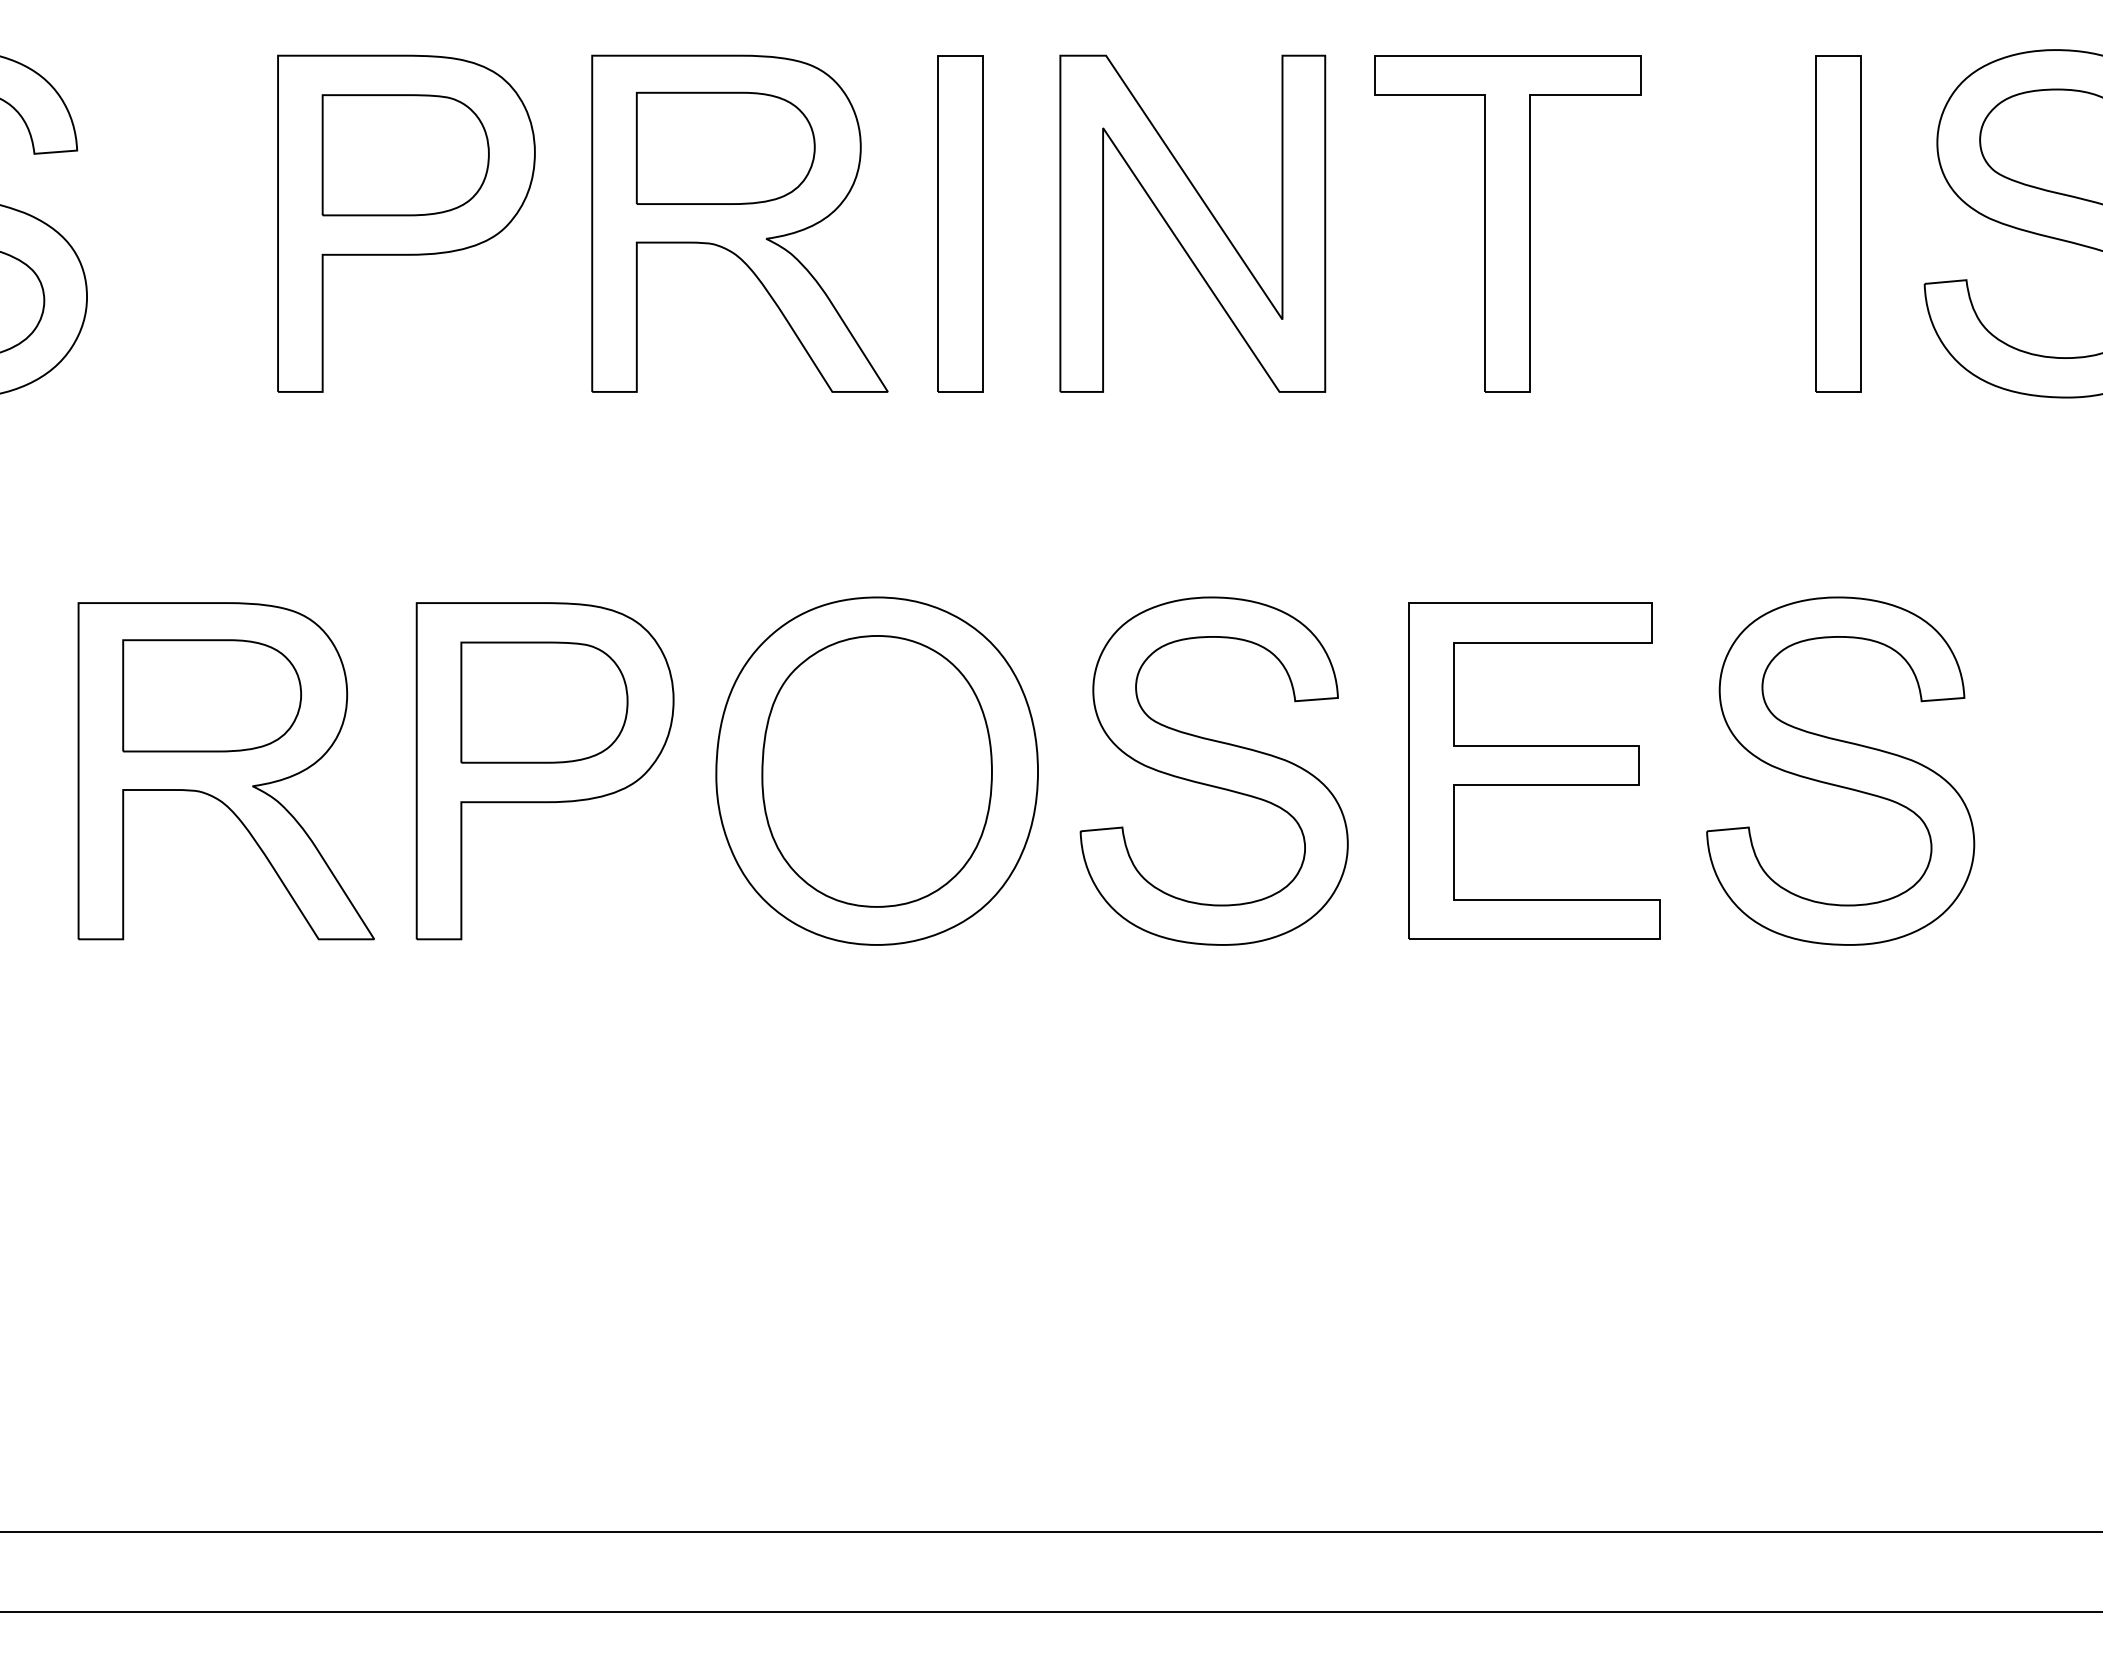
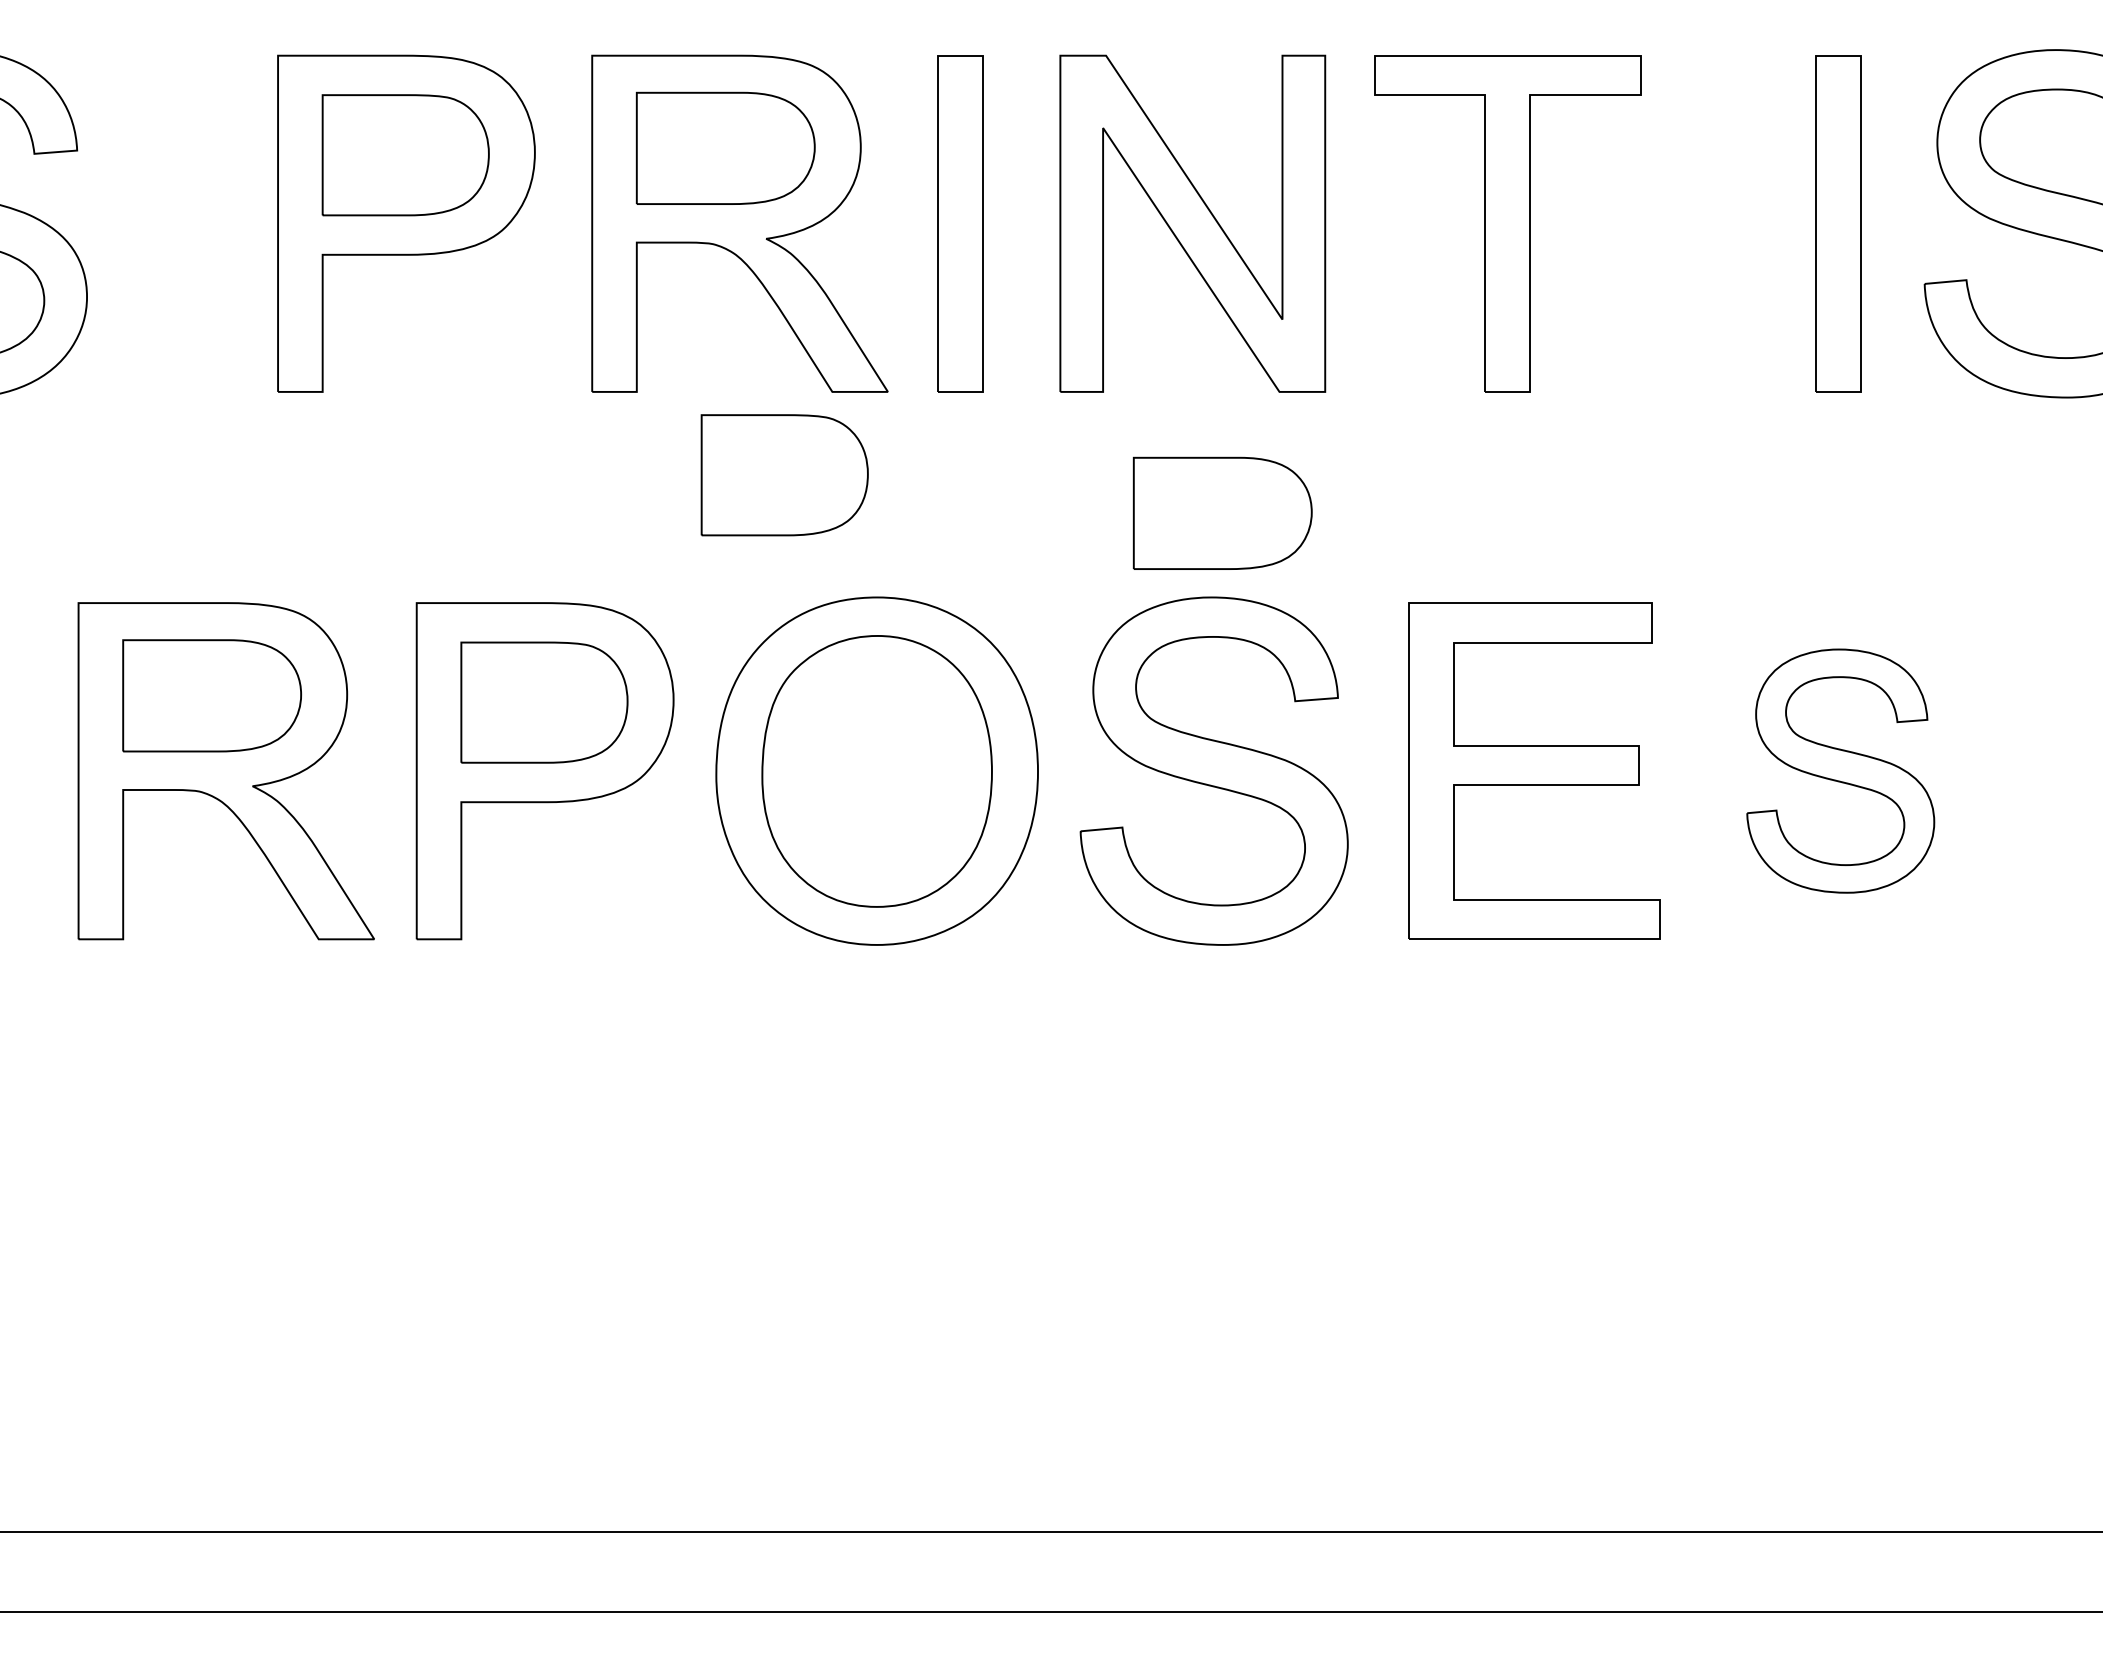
part at (784, 475): none -> present
part at (1222, 512): none -> present
part at (1840, 770) size: 270x350 px -> 190x246 px
